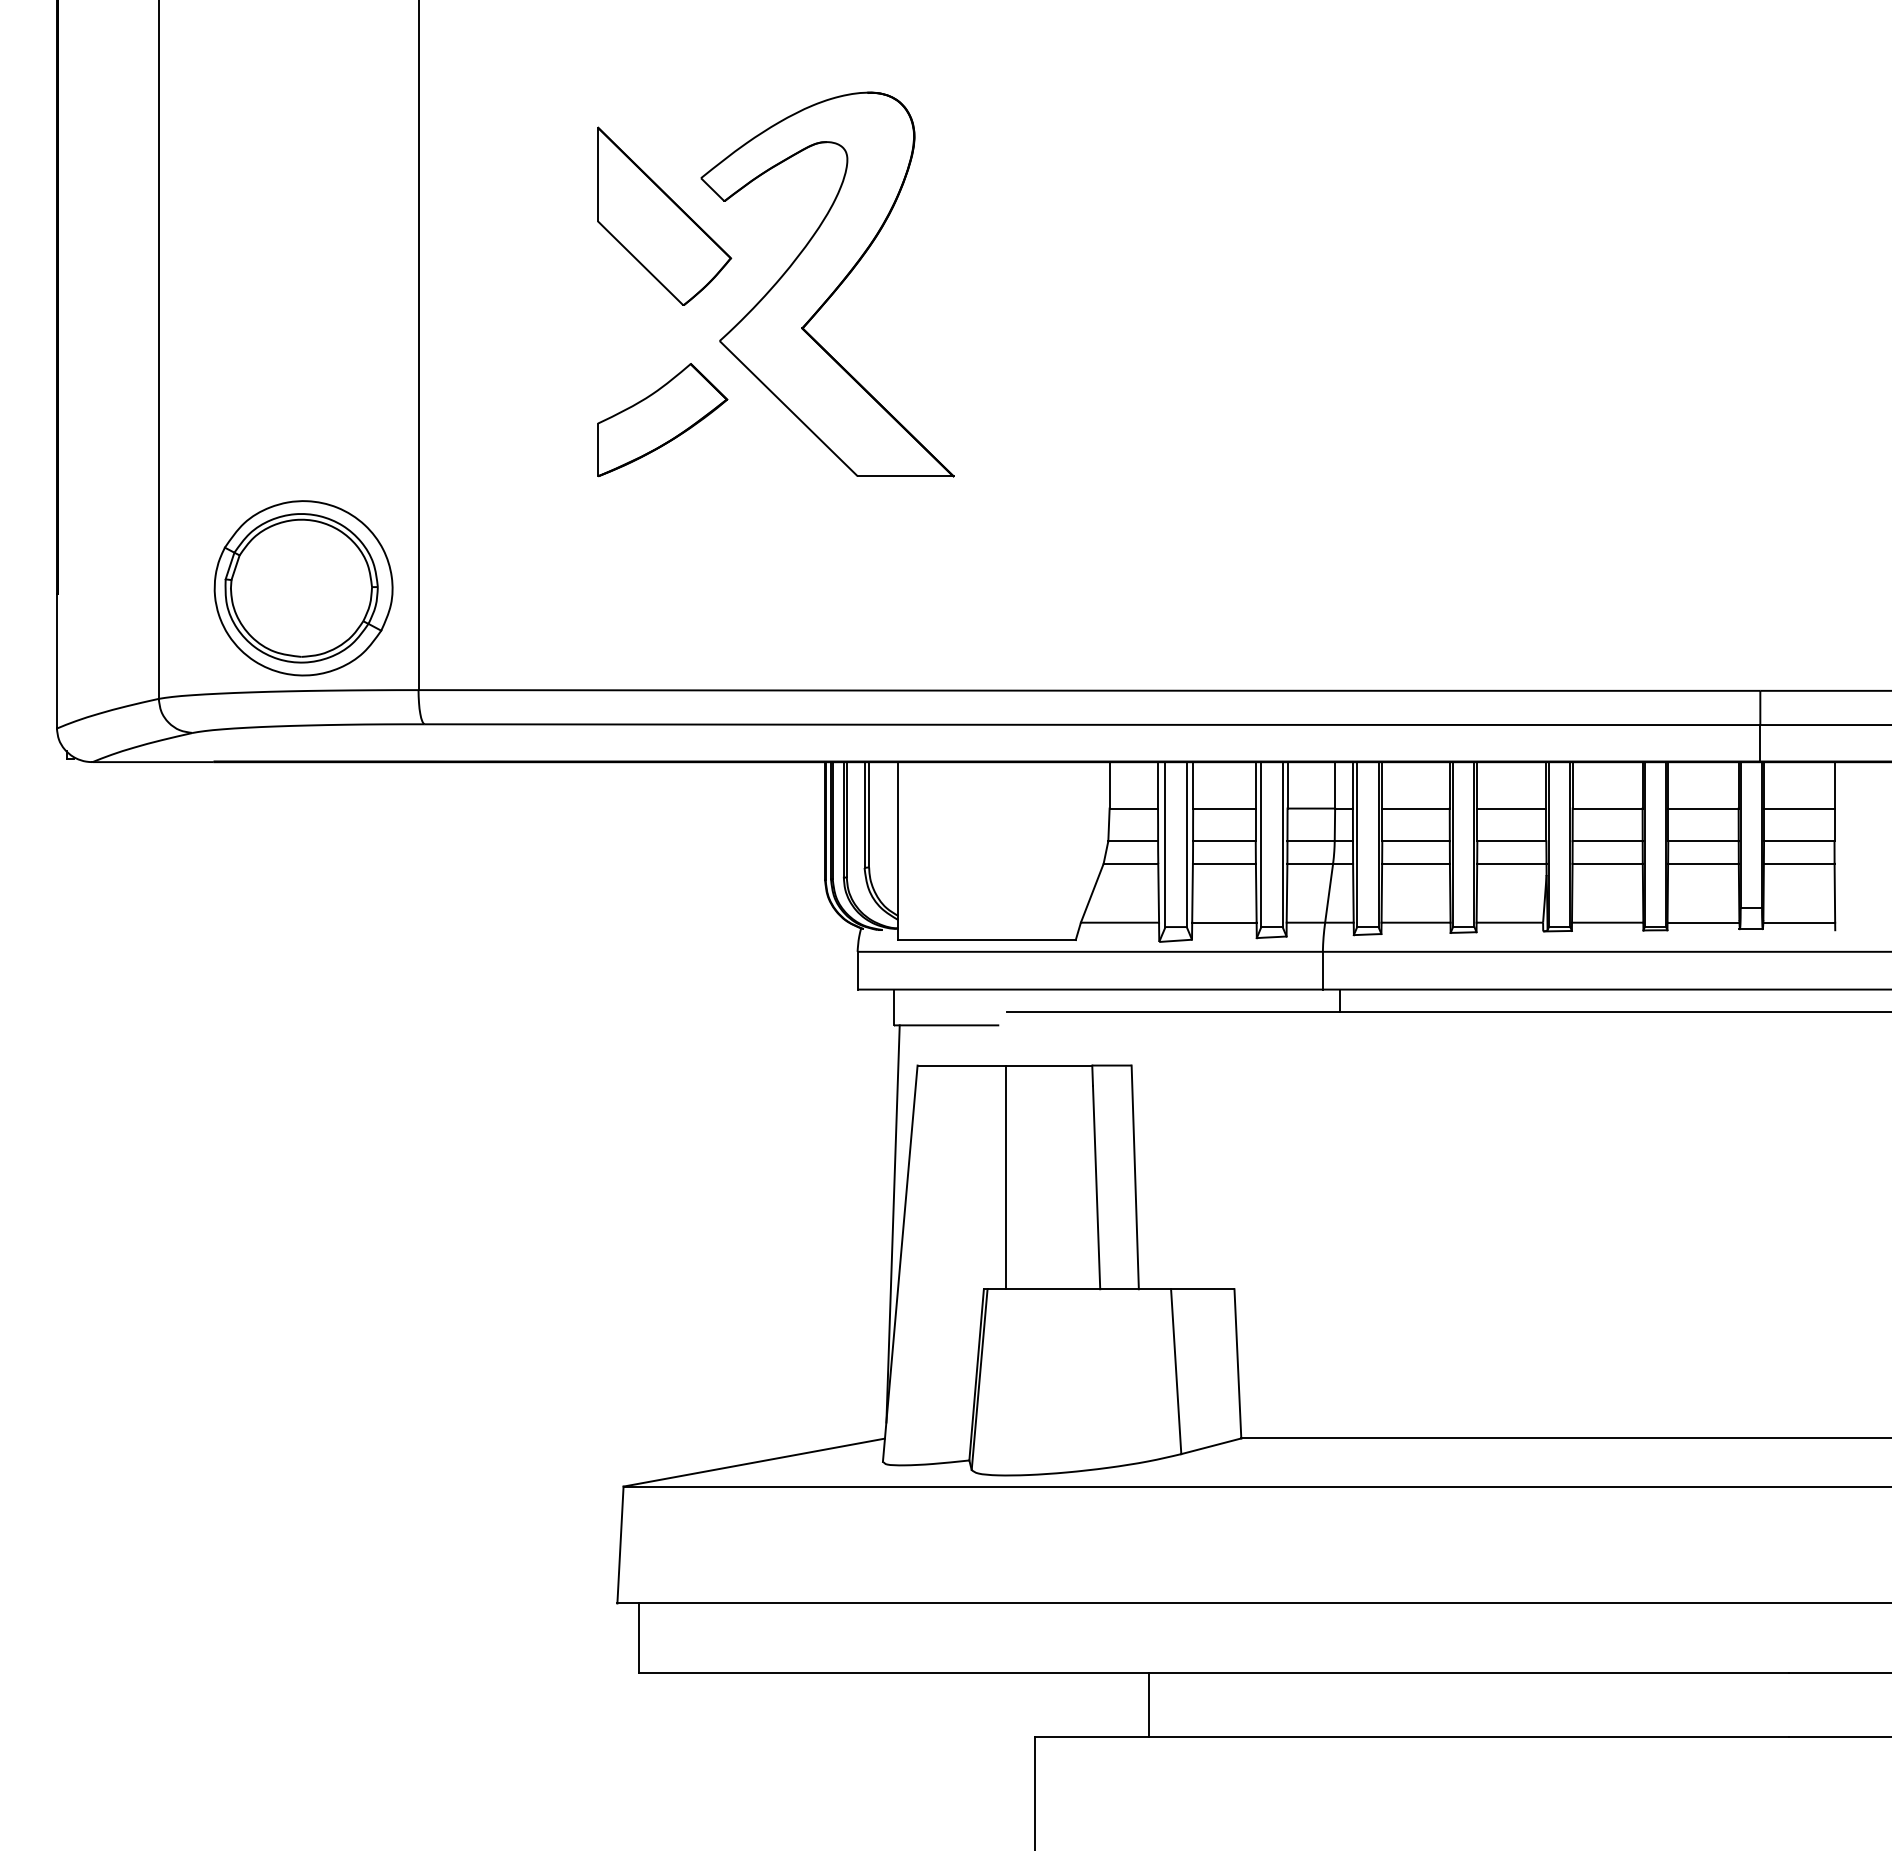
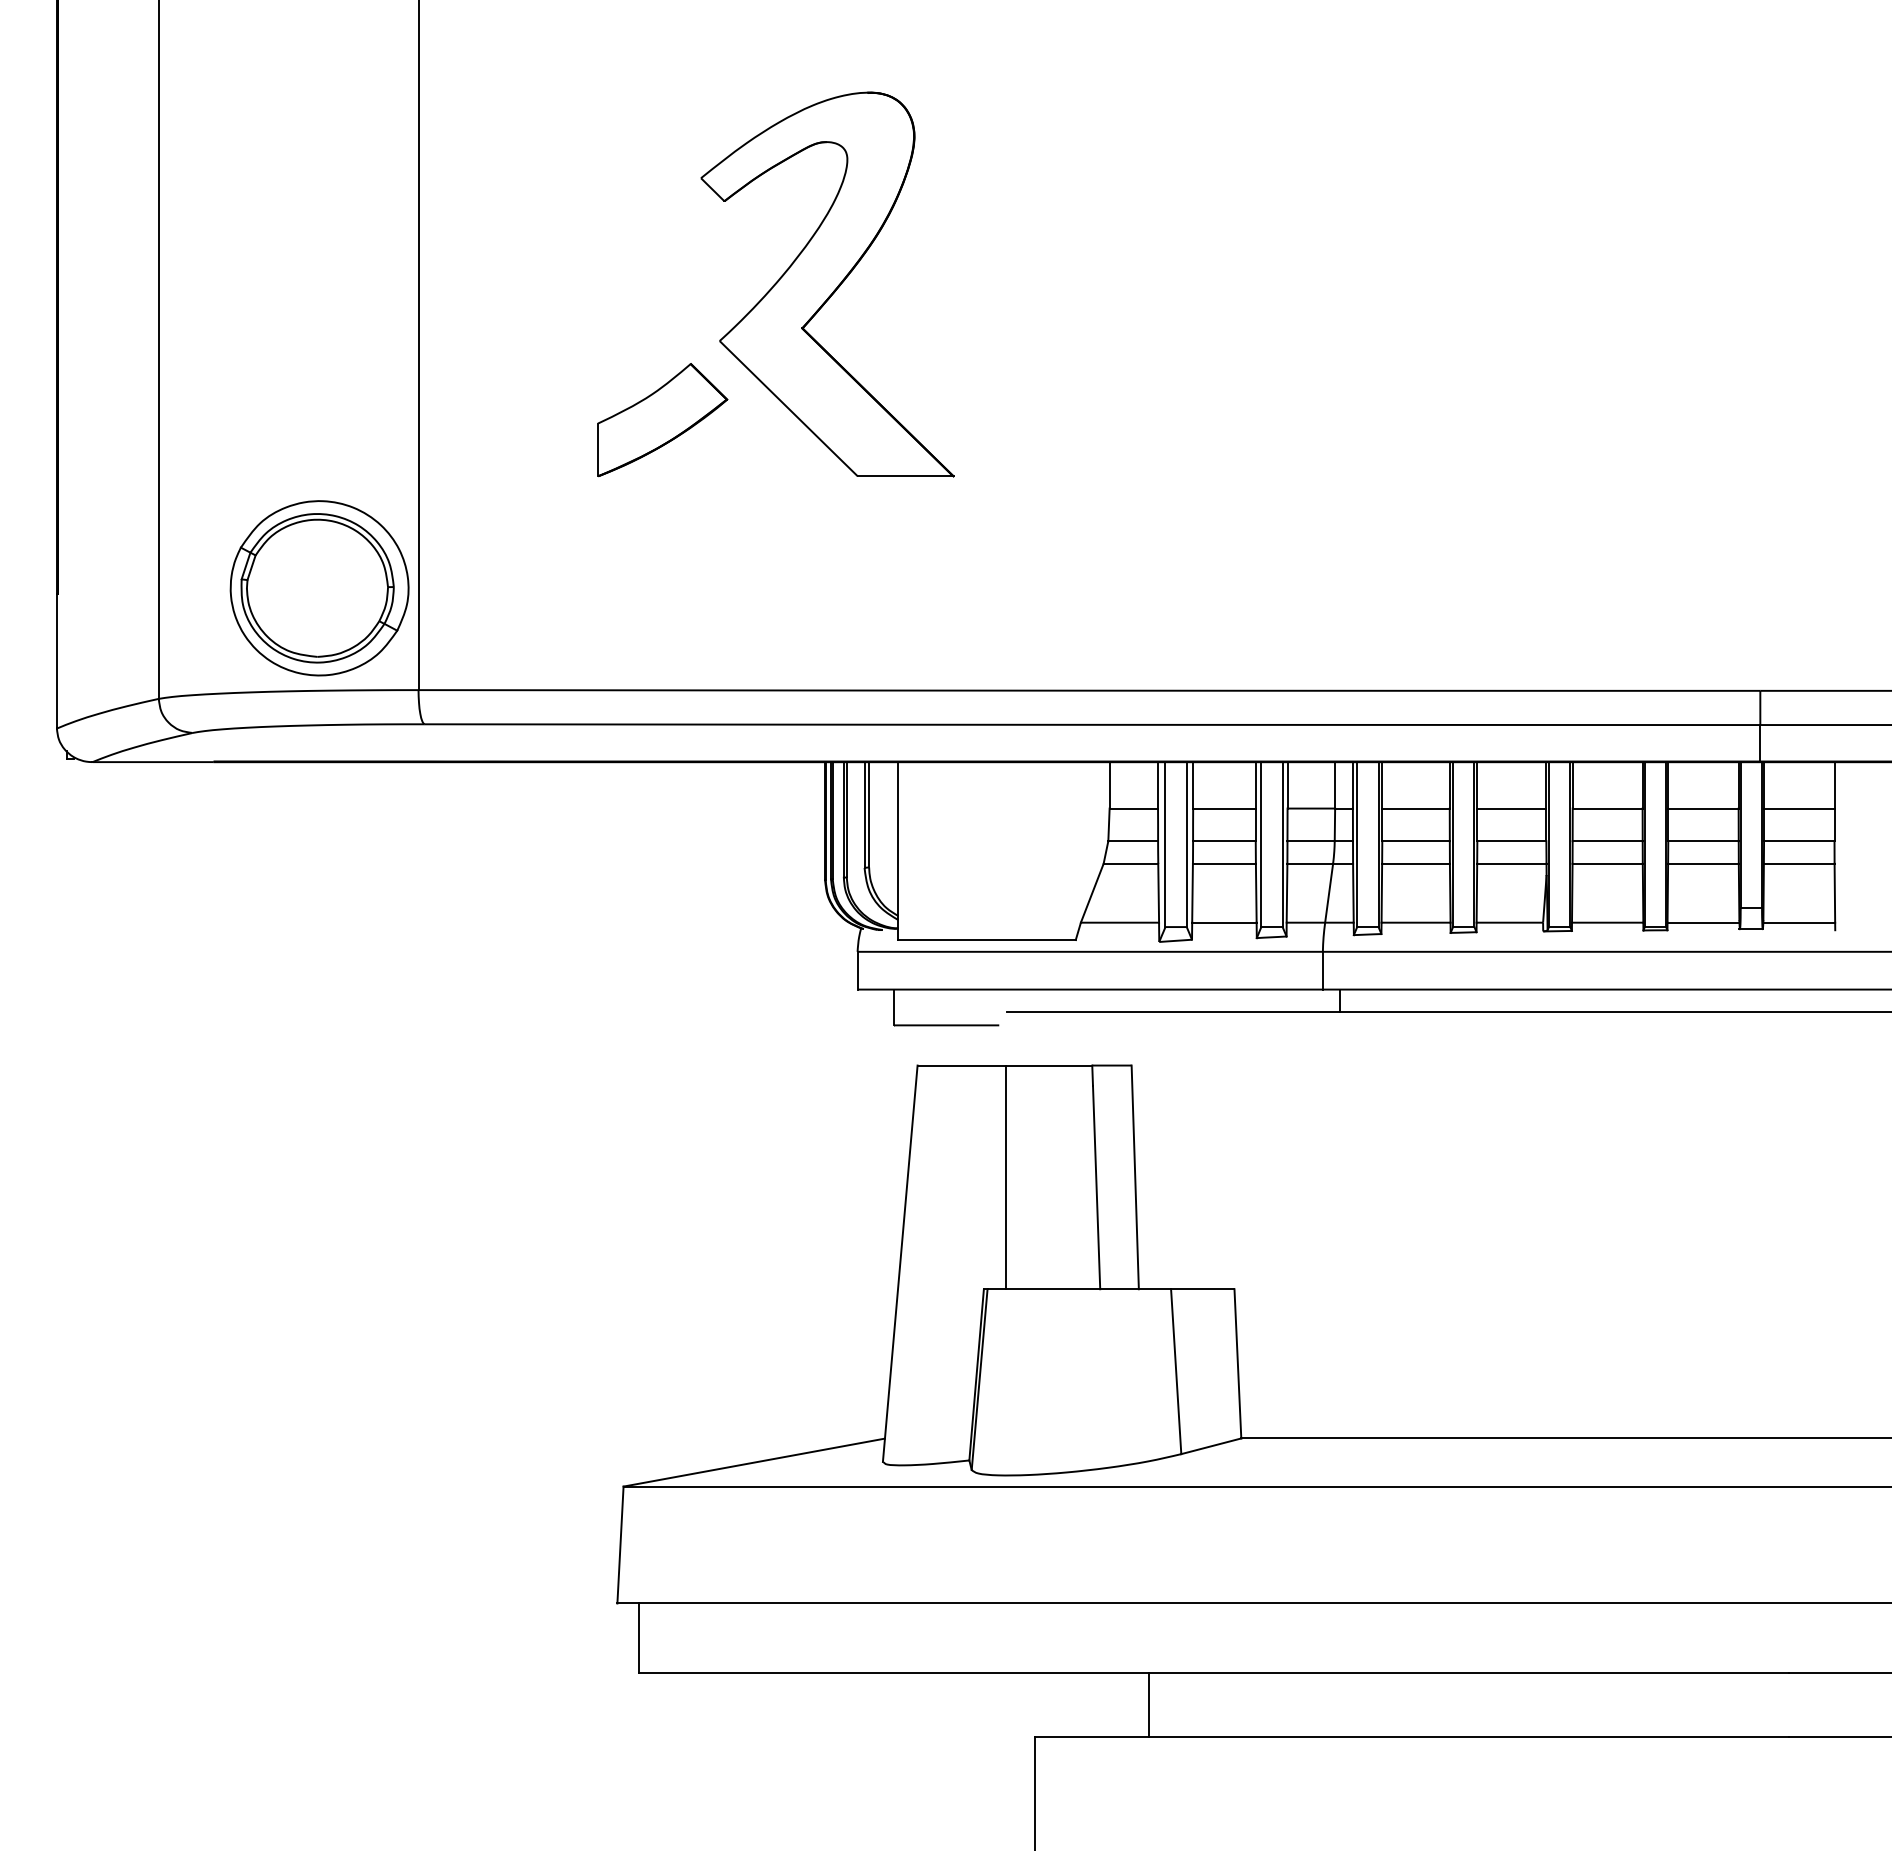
part at (664, 215): present -> none
part at (303, 588) position: (303, 588) -> (319, 588)
line at (892, 1223): present -> none
